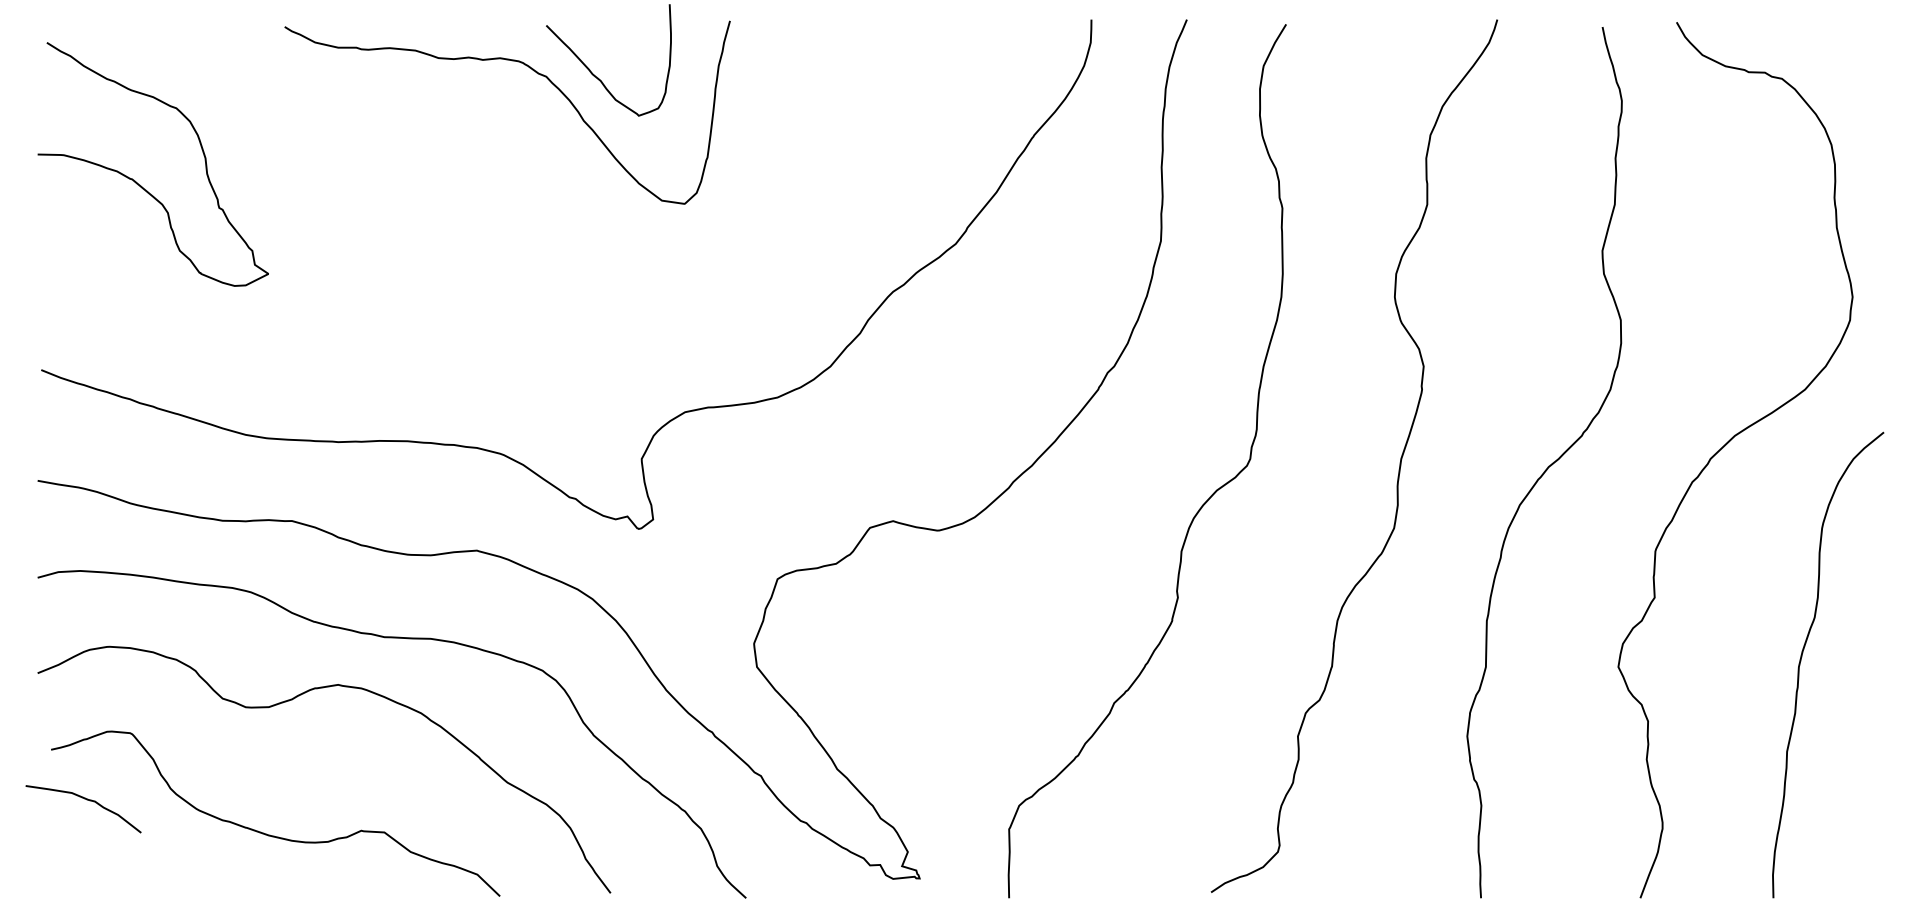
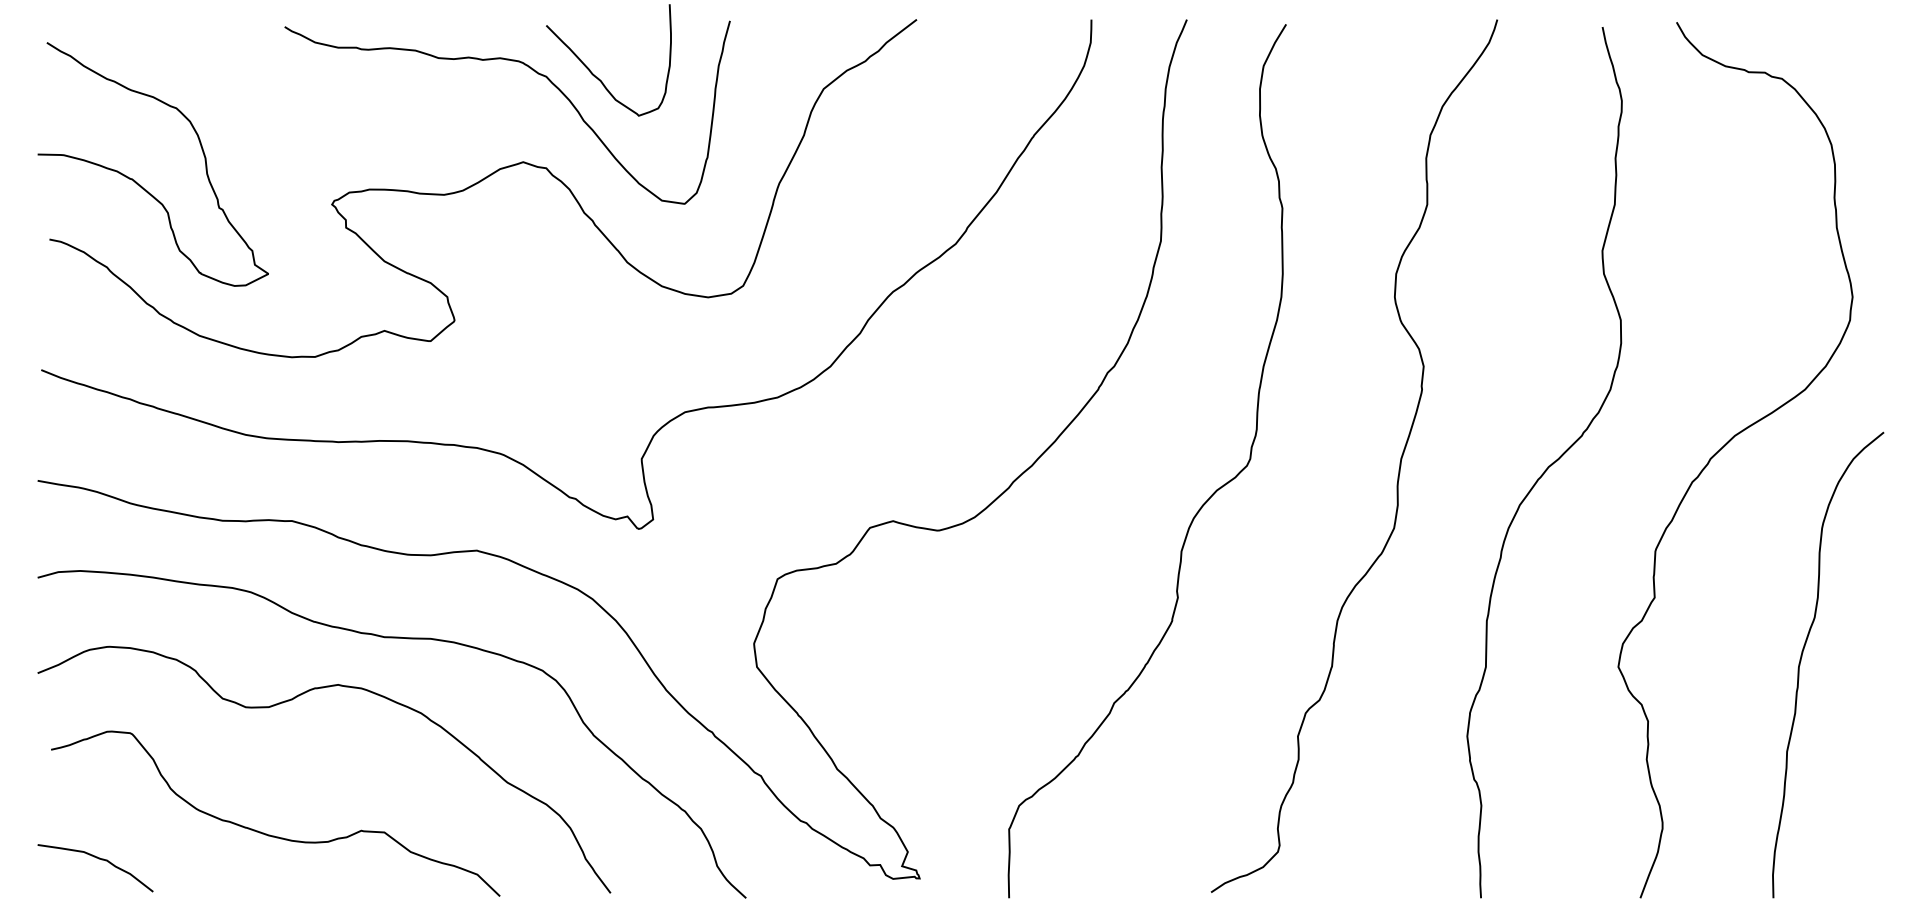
curve at (480, 182): none -> present
curve at (86, 800) position: (86, 800) -> (98, 859)
